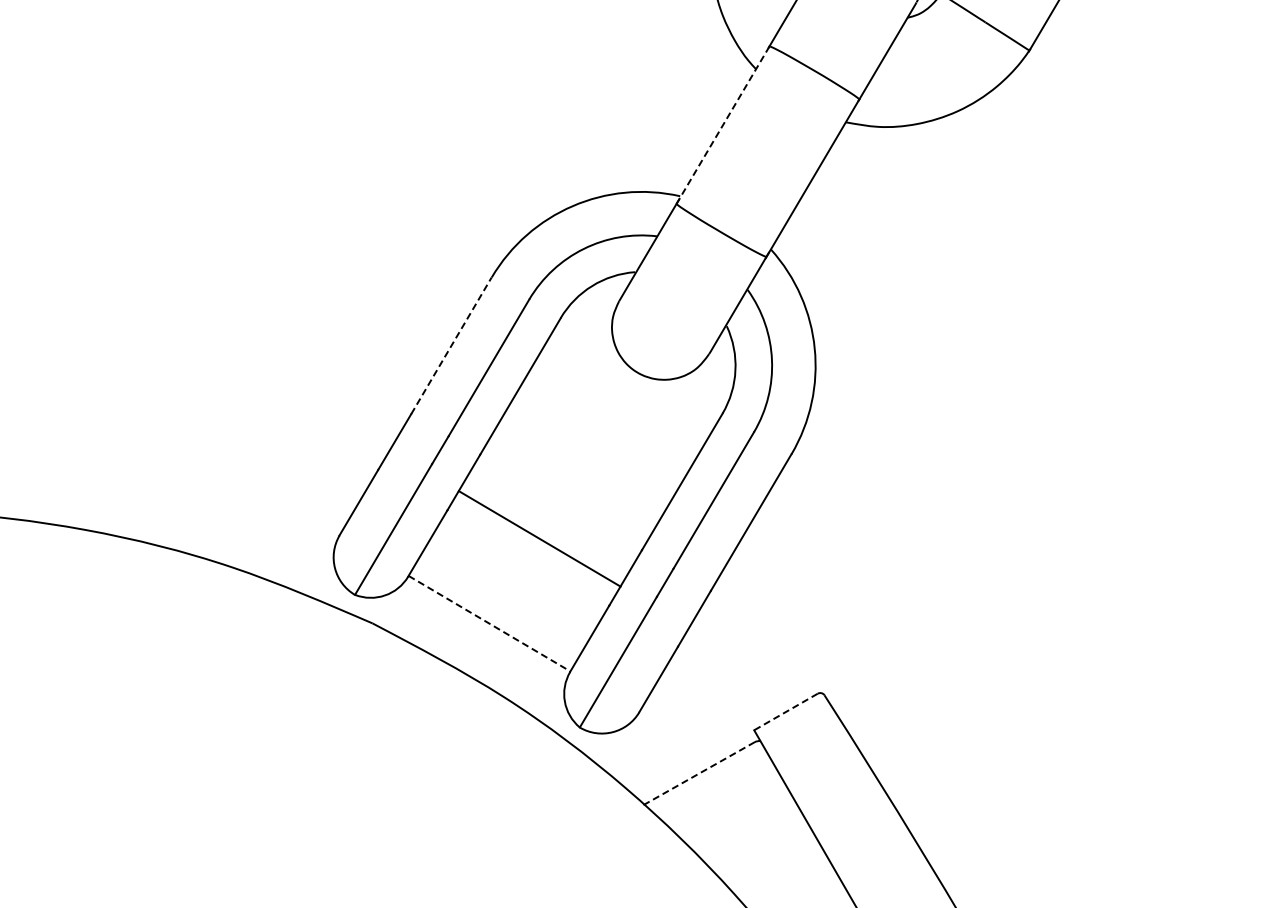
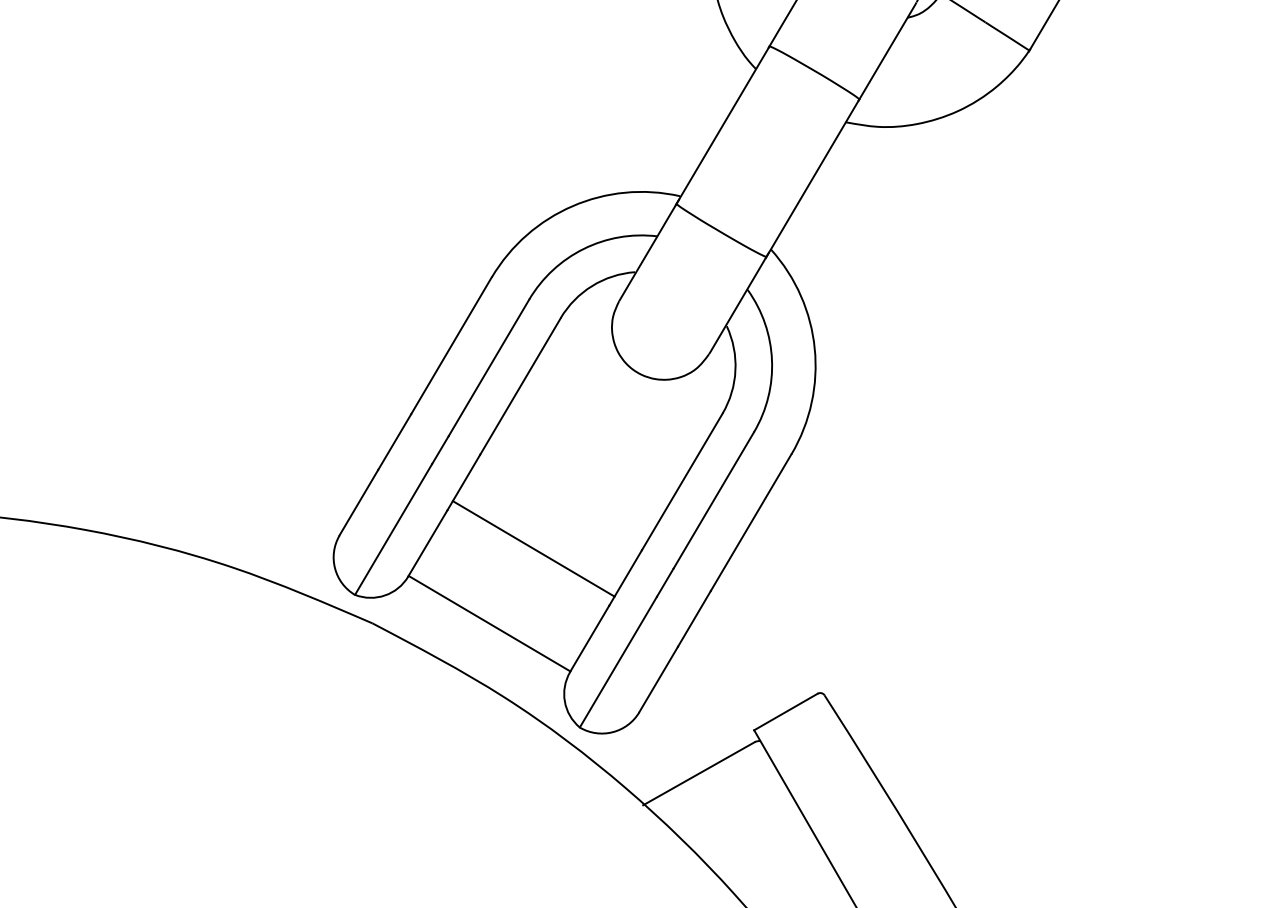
line at (722, 126): dashed -> solid
line at (451, 345): dashed -> solid
line at (539, 538) position: (539, 538) -> (533, 548)
line at (489, 623): dashed -> solid
line at (785, 712): dashed -> solid
line at (698, 773): dashed -> solid
